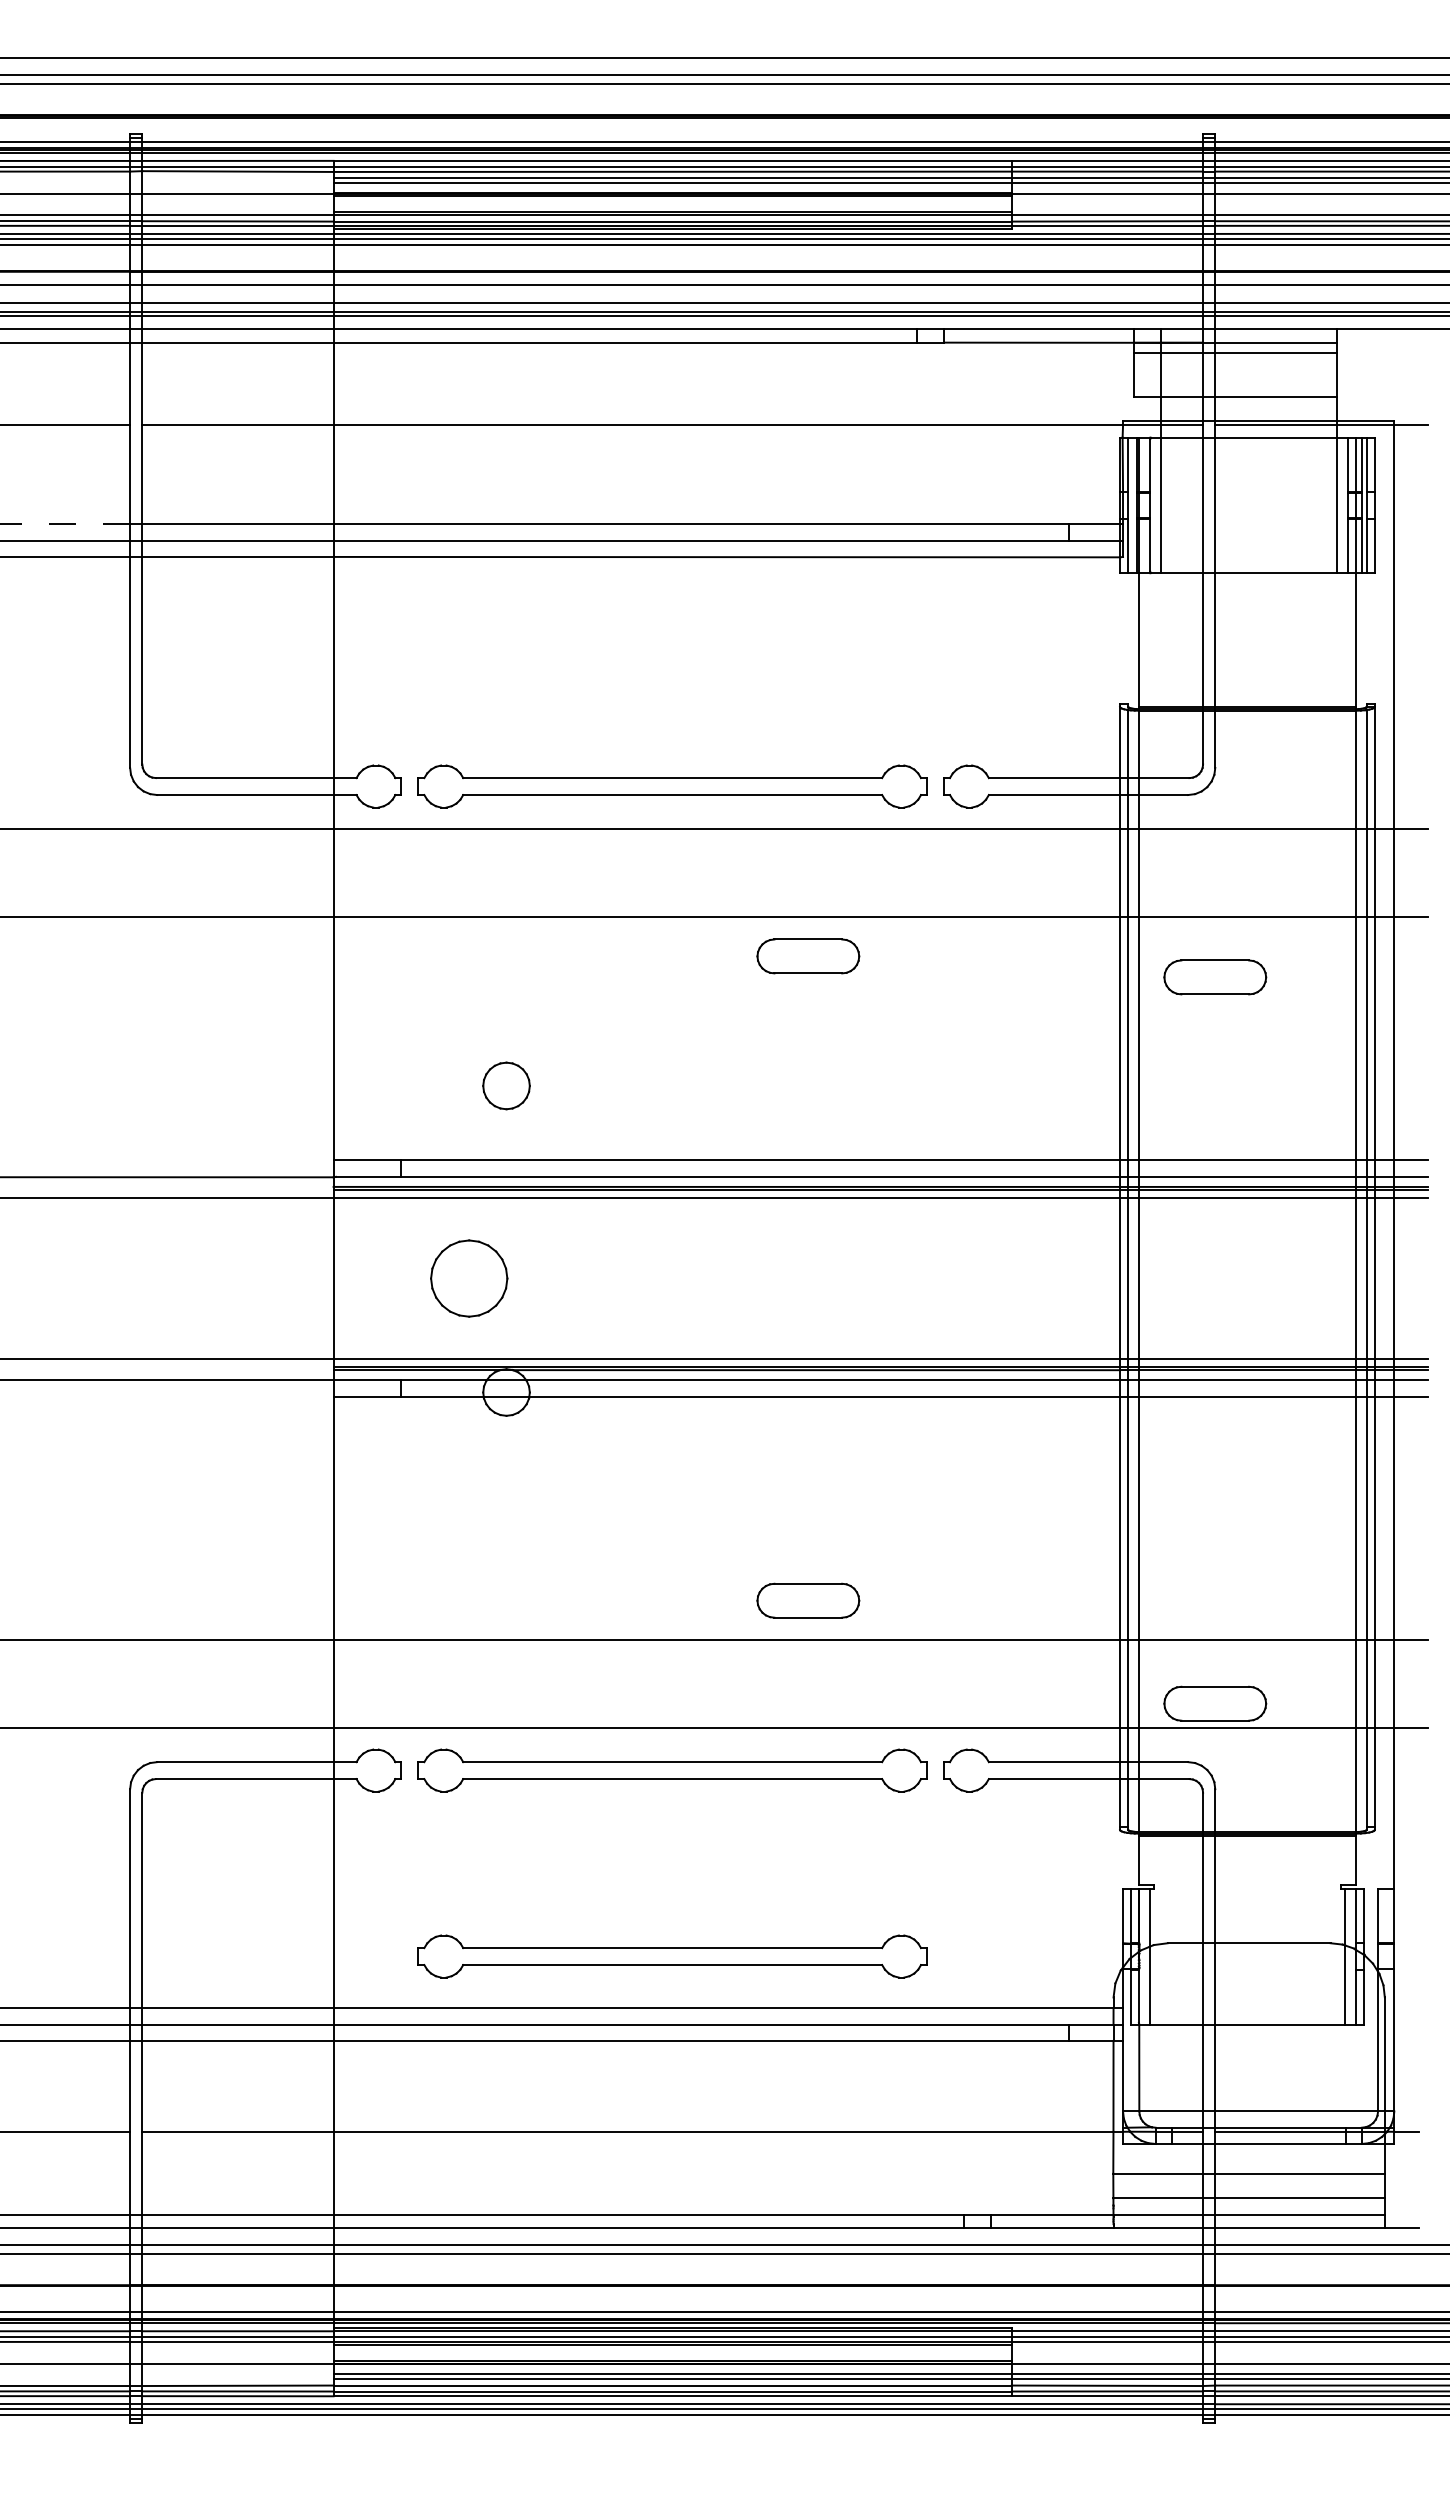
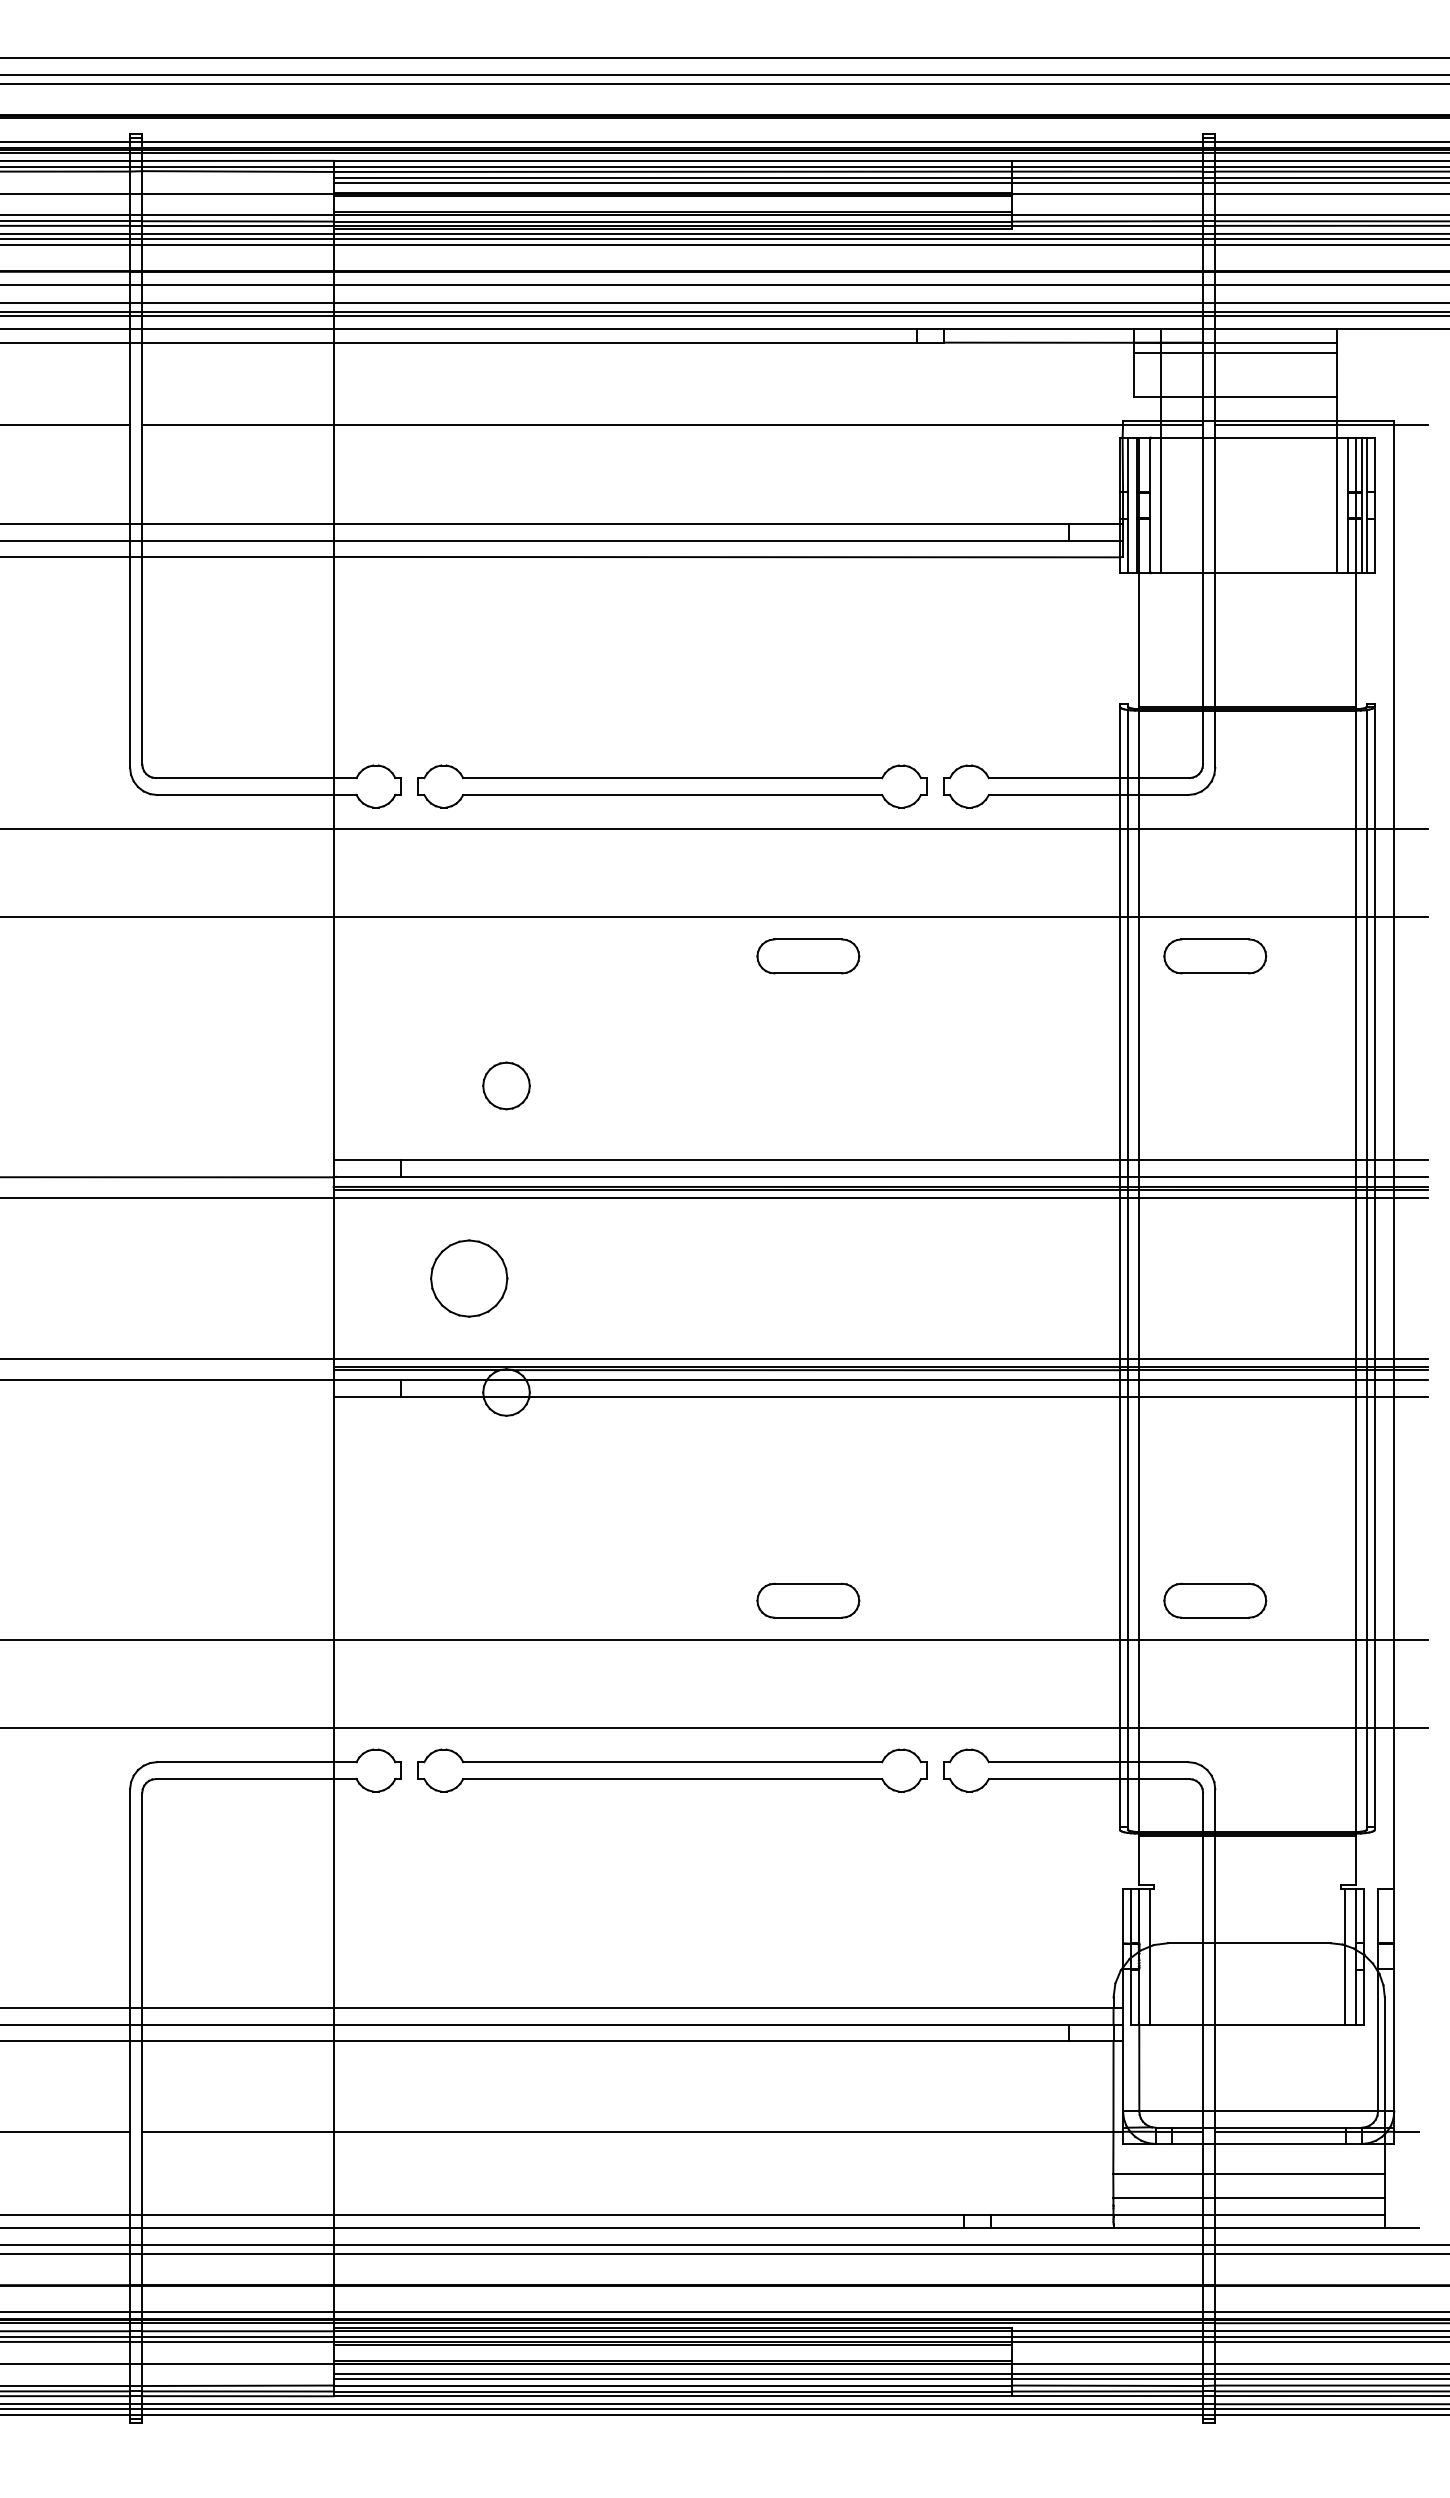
line at (65, 524): dashed -> solid
part at (1215, 977) position: (1215, 977) -> (1215, 956)
part at (1215, 1703) position: (1215, 1703) -> (1215, 1600)
part at (672, 1956): present -> none
